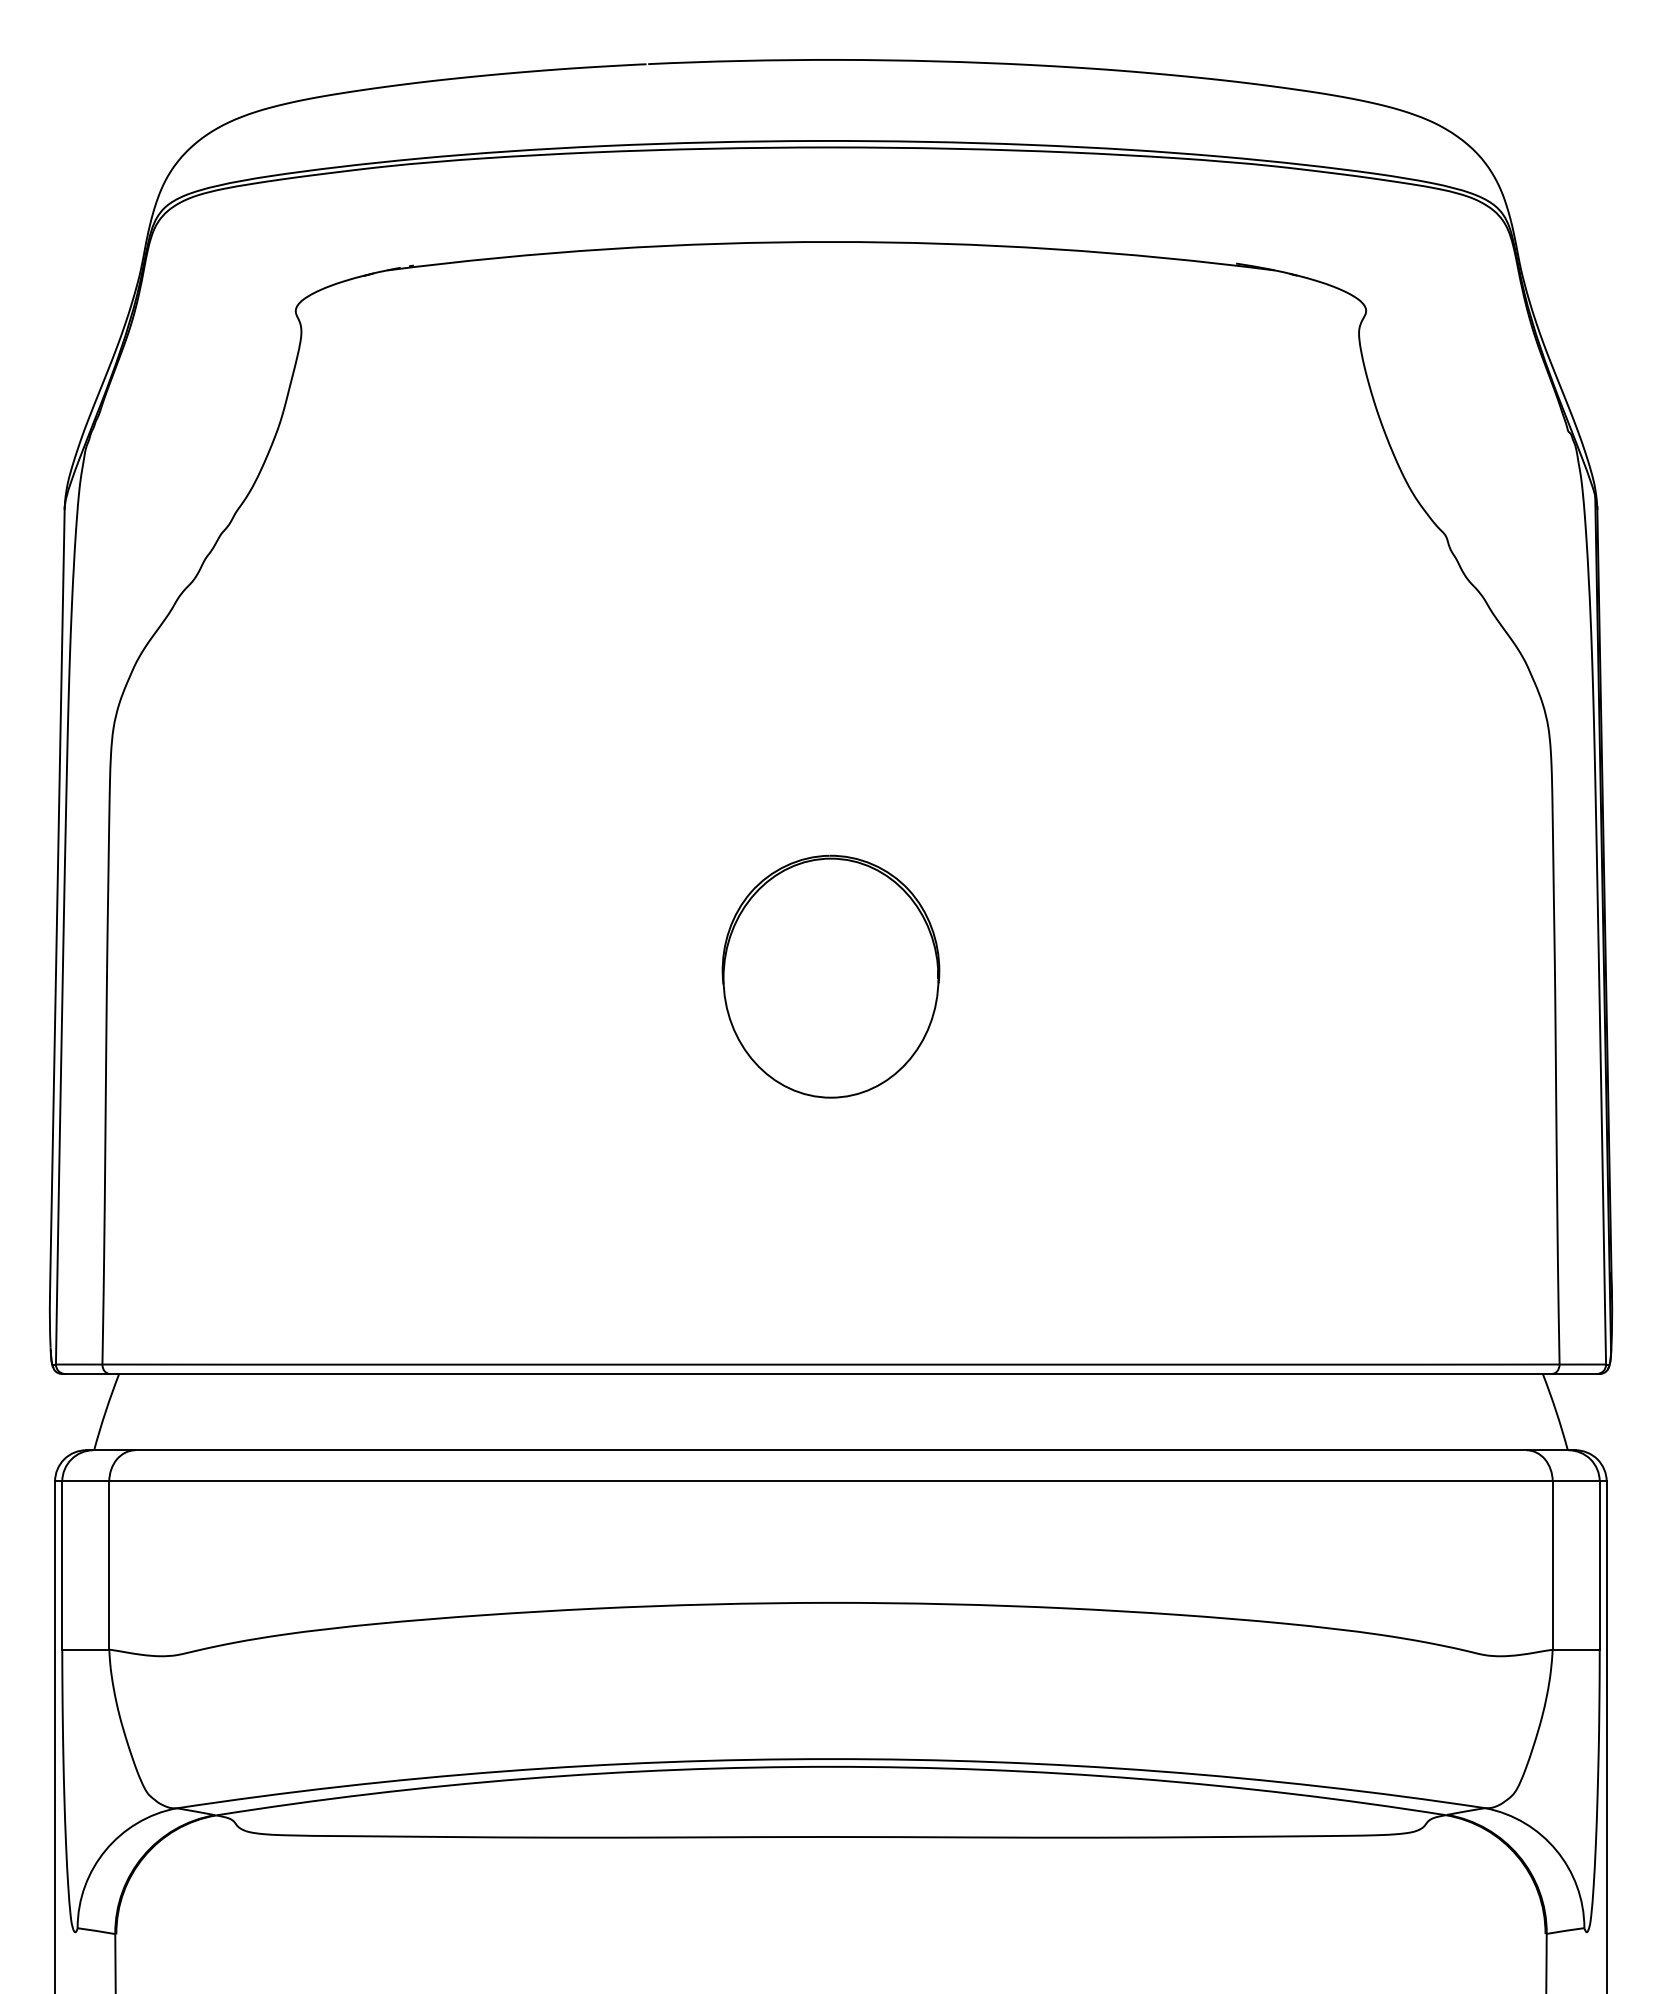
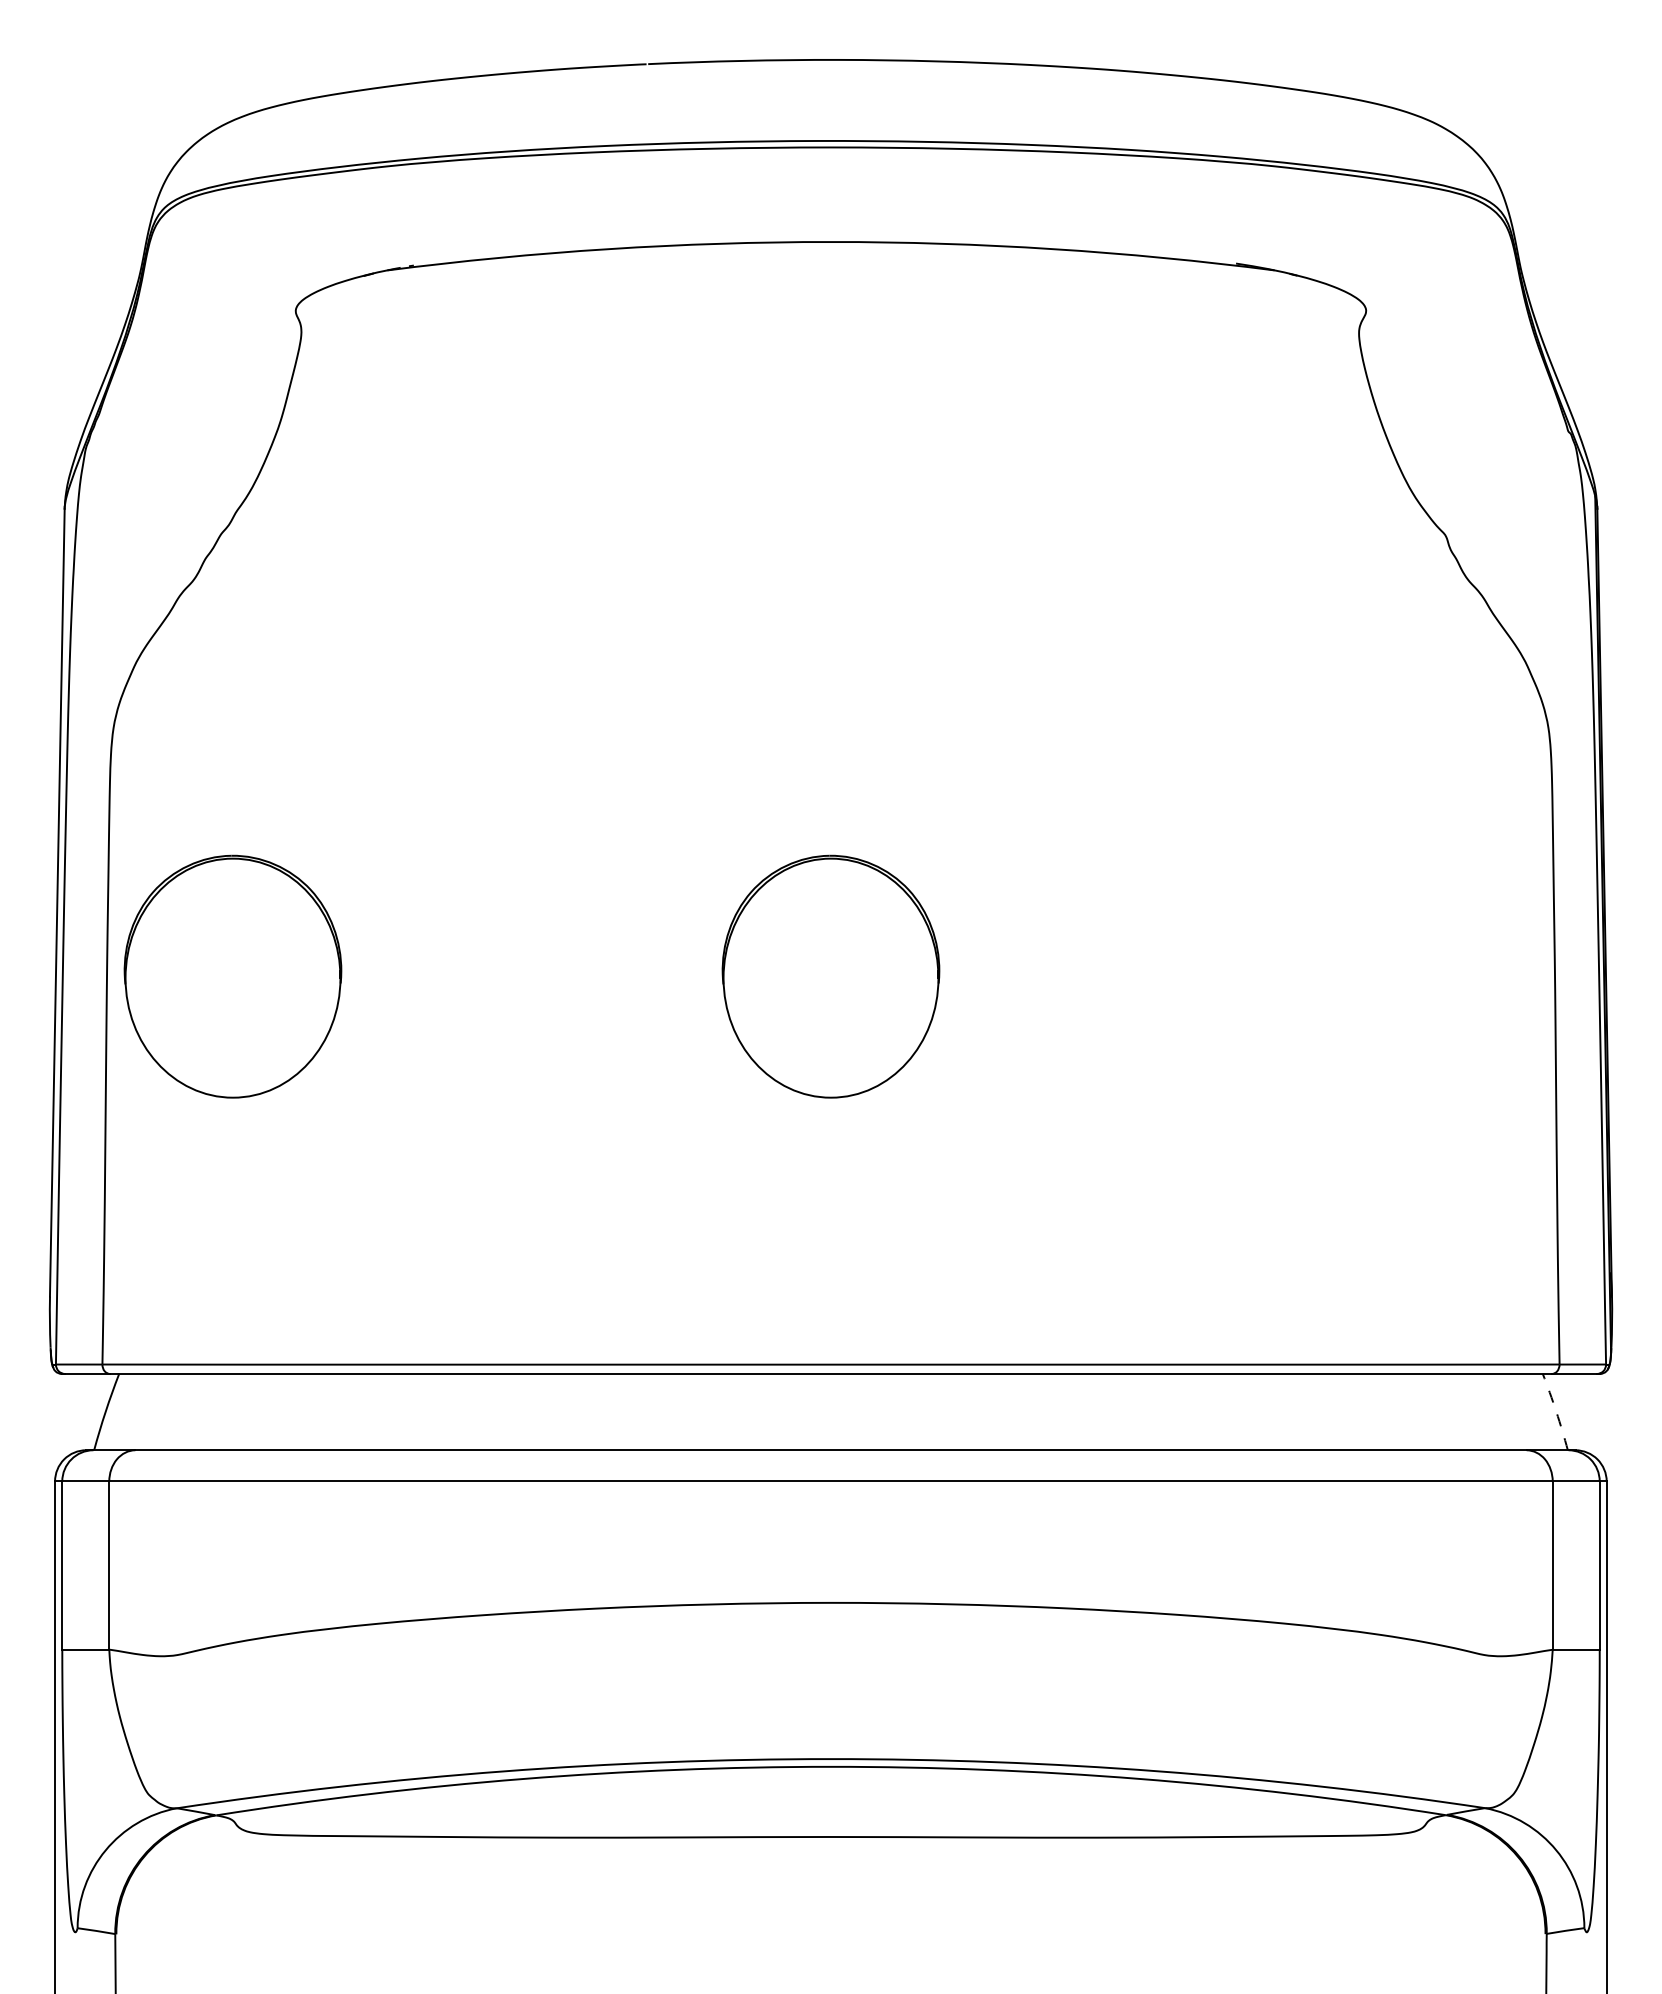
part at (232, 976): none -> present
arc at (1556, 1411): solid -> dashed
